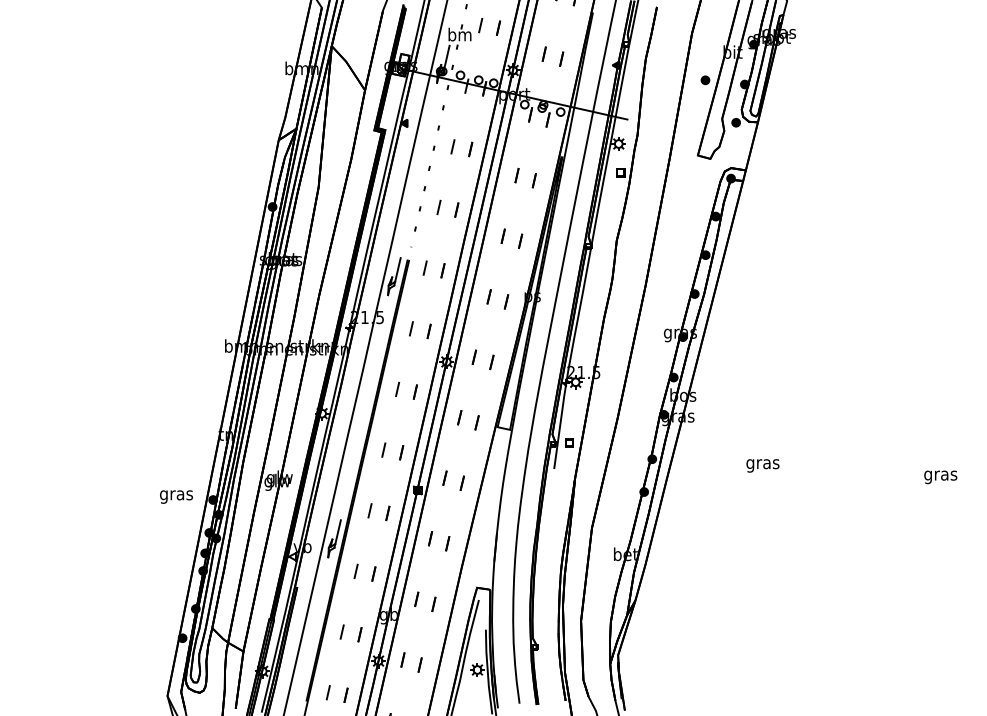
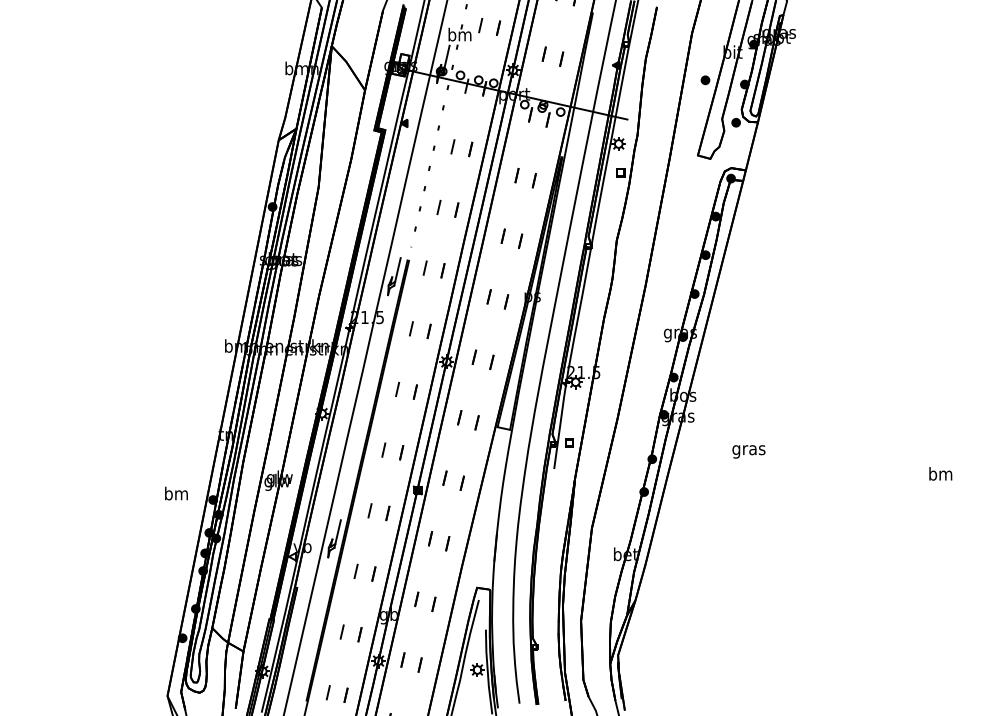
text at (762, 465) position: (762, 465) -> (748, 451)
text at (940, 475): gras -> bm
text at (176, 494): gras -> bm
